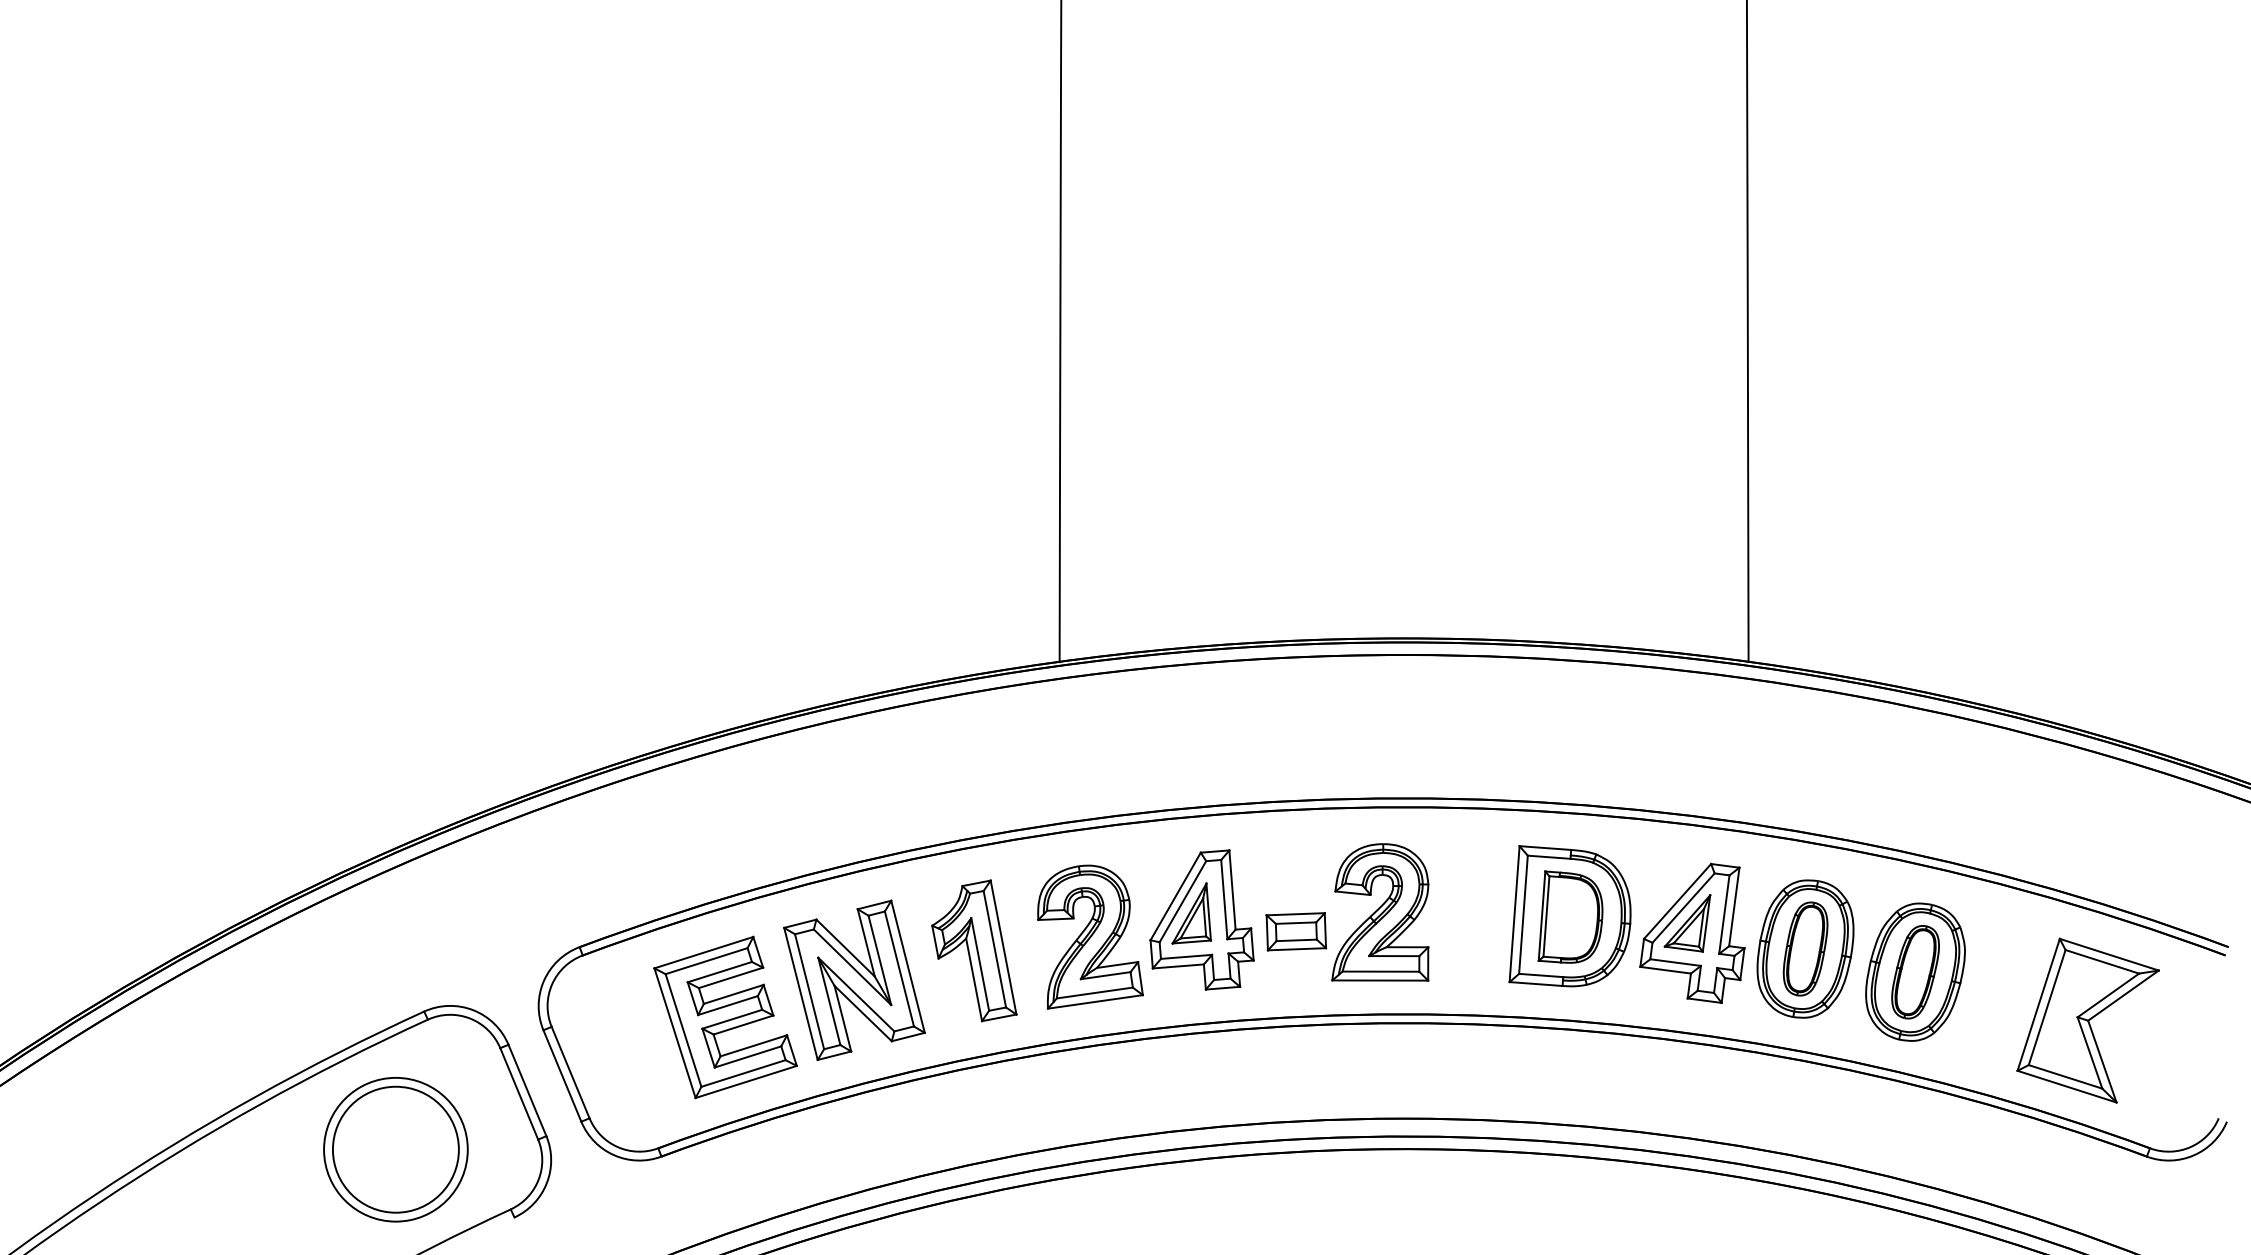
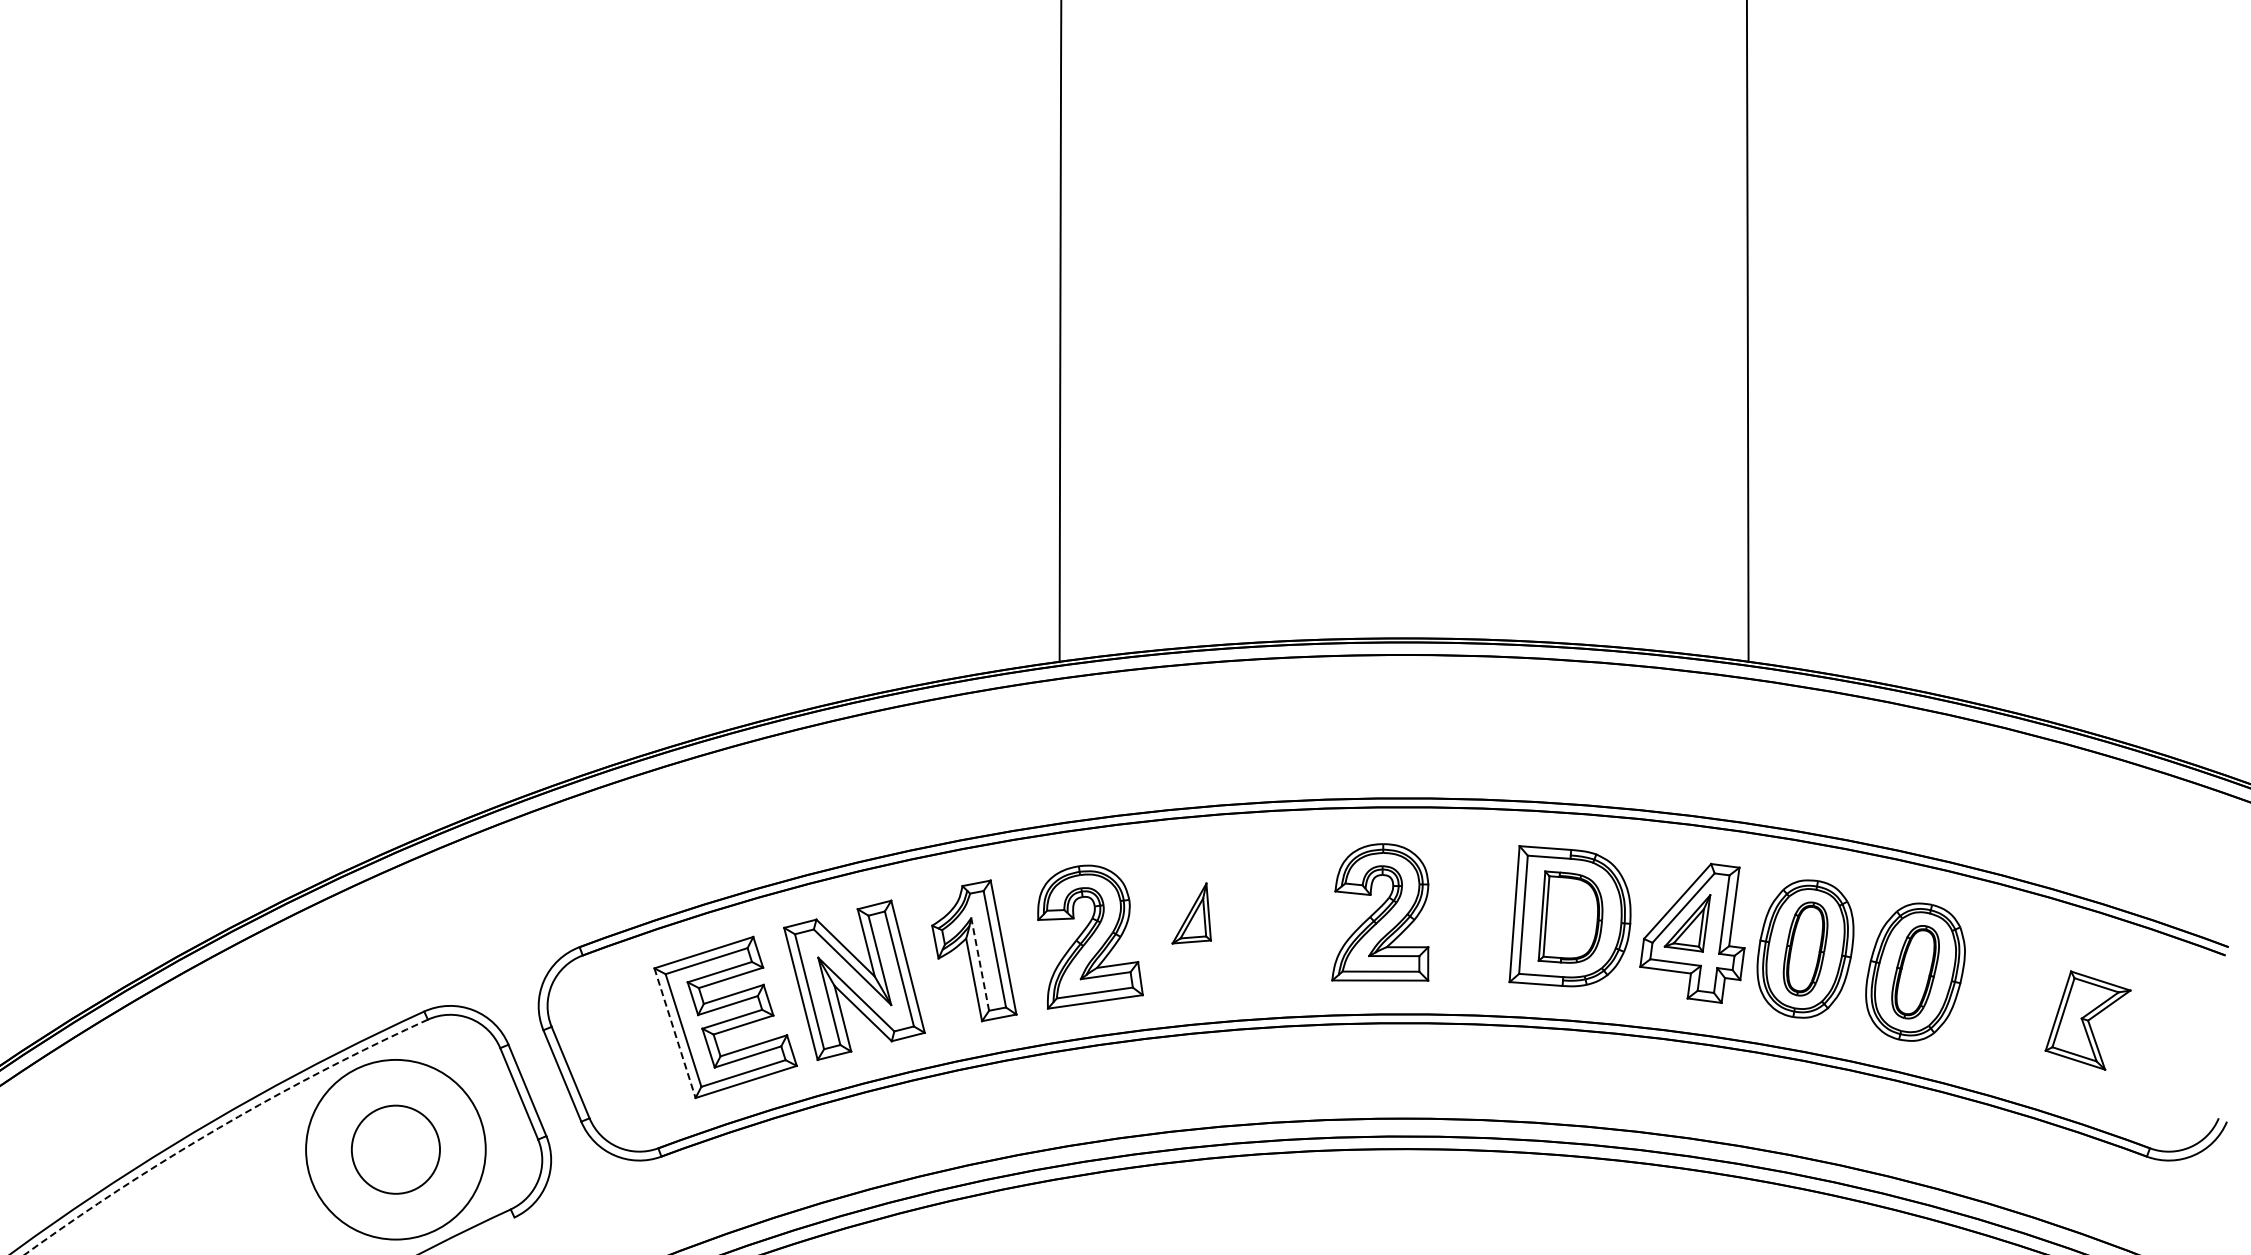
part at (1201, 919): present -> none
part at (1296, 931): present -> none
line at (980, 963): solid -> dashed
part at (2087, 1020) size: 144x167 px -> 88x101 px
line at (675, 1033): solid -> dashed
arc at (220, 1127): solid -> dashed
circle at (395, 1149) diameter: 126 px -> 88 px
circle at (395, 1149) diameter: 144 px -> 180 px
